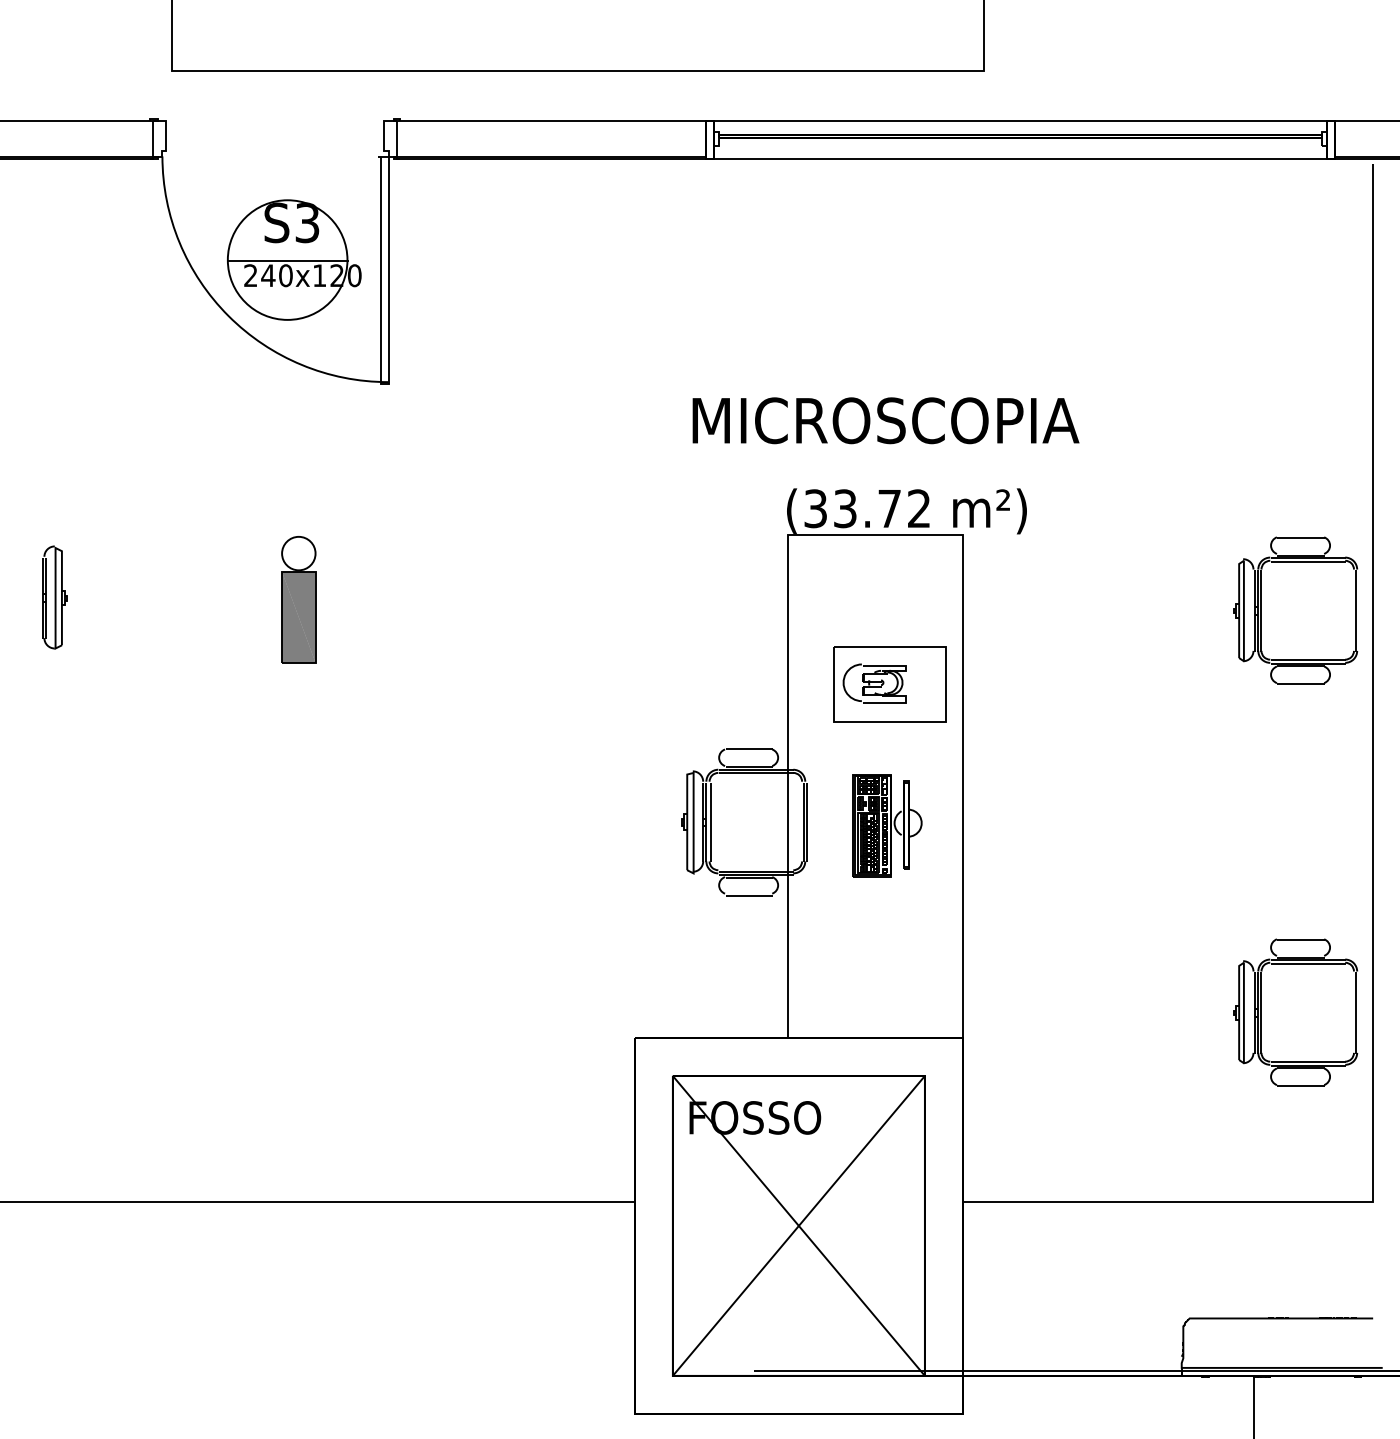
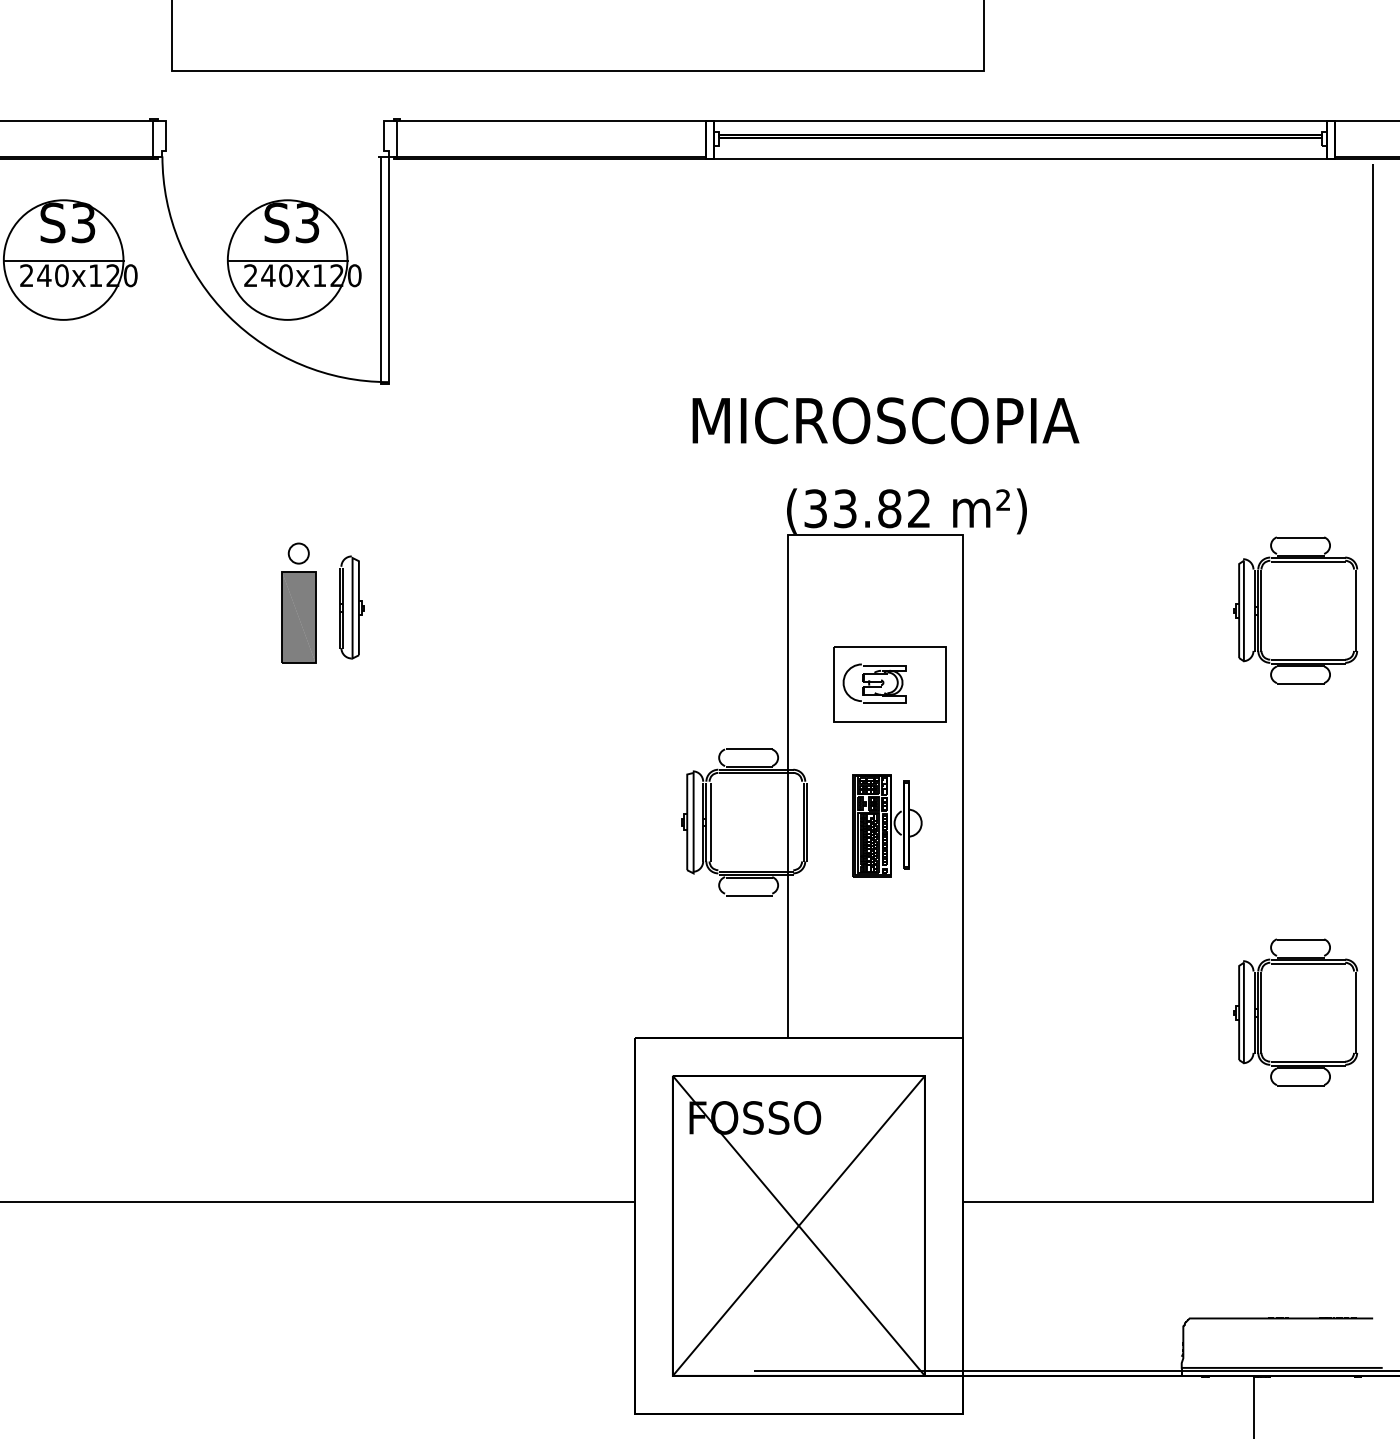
part at (70, 259): none -> present
text at (889, 508): (33.72 -> (33.82
circle at (298, 553) diameter: 33 px -> 20 px
part at (54, 597) position: (54, 597) -> (351, 607)
